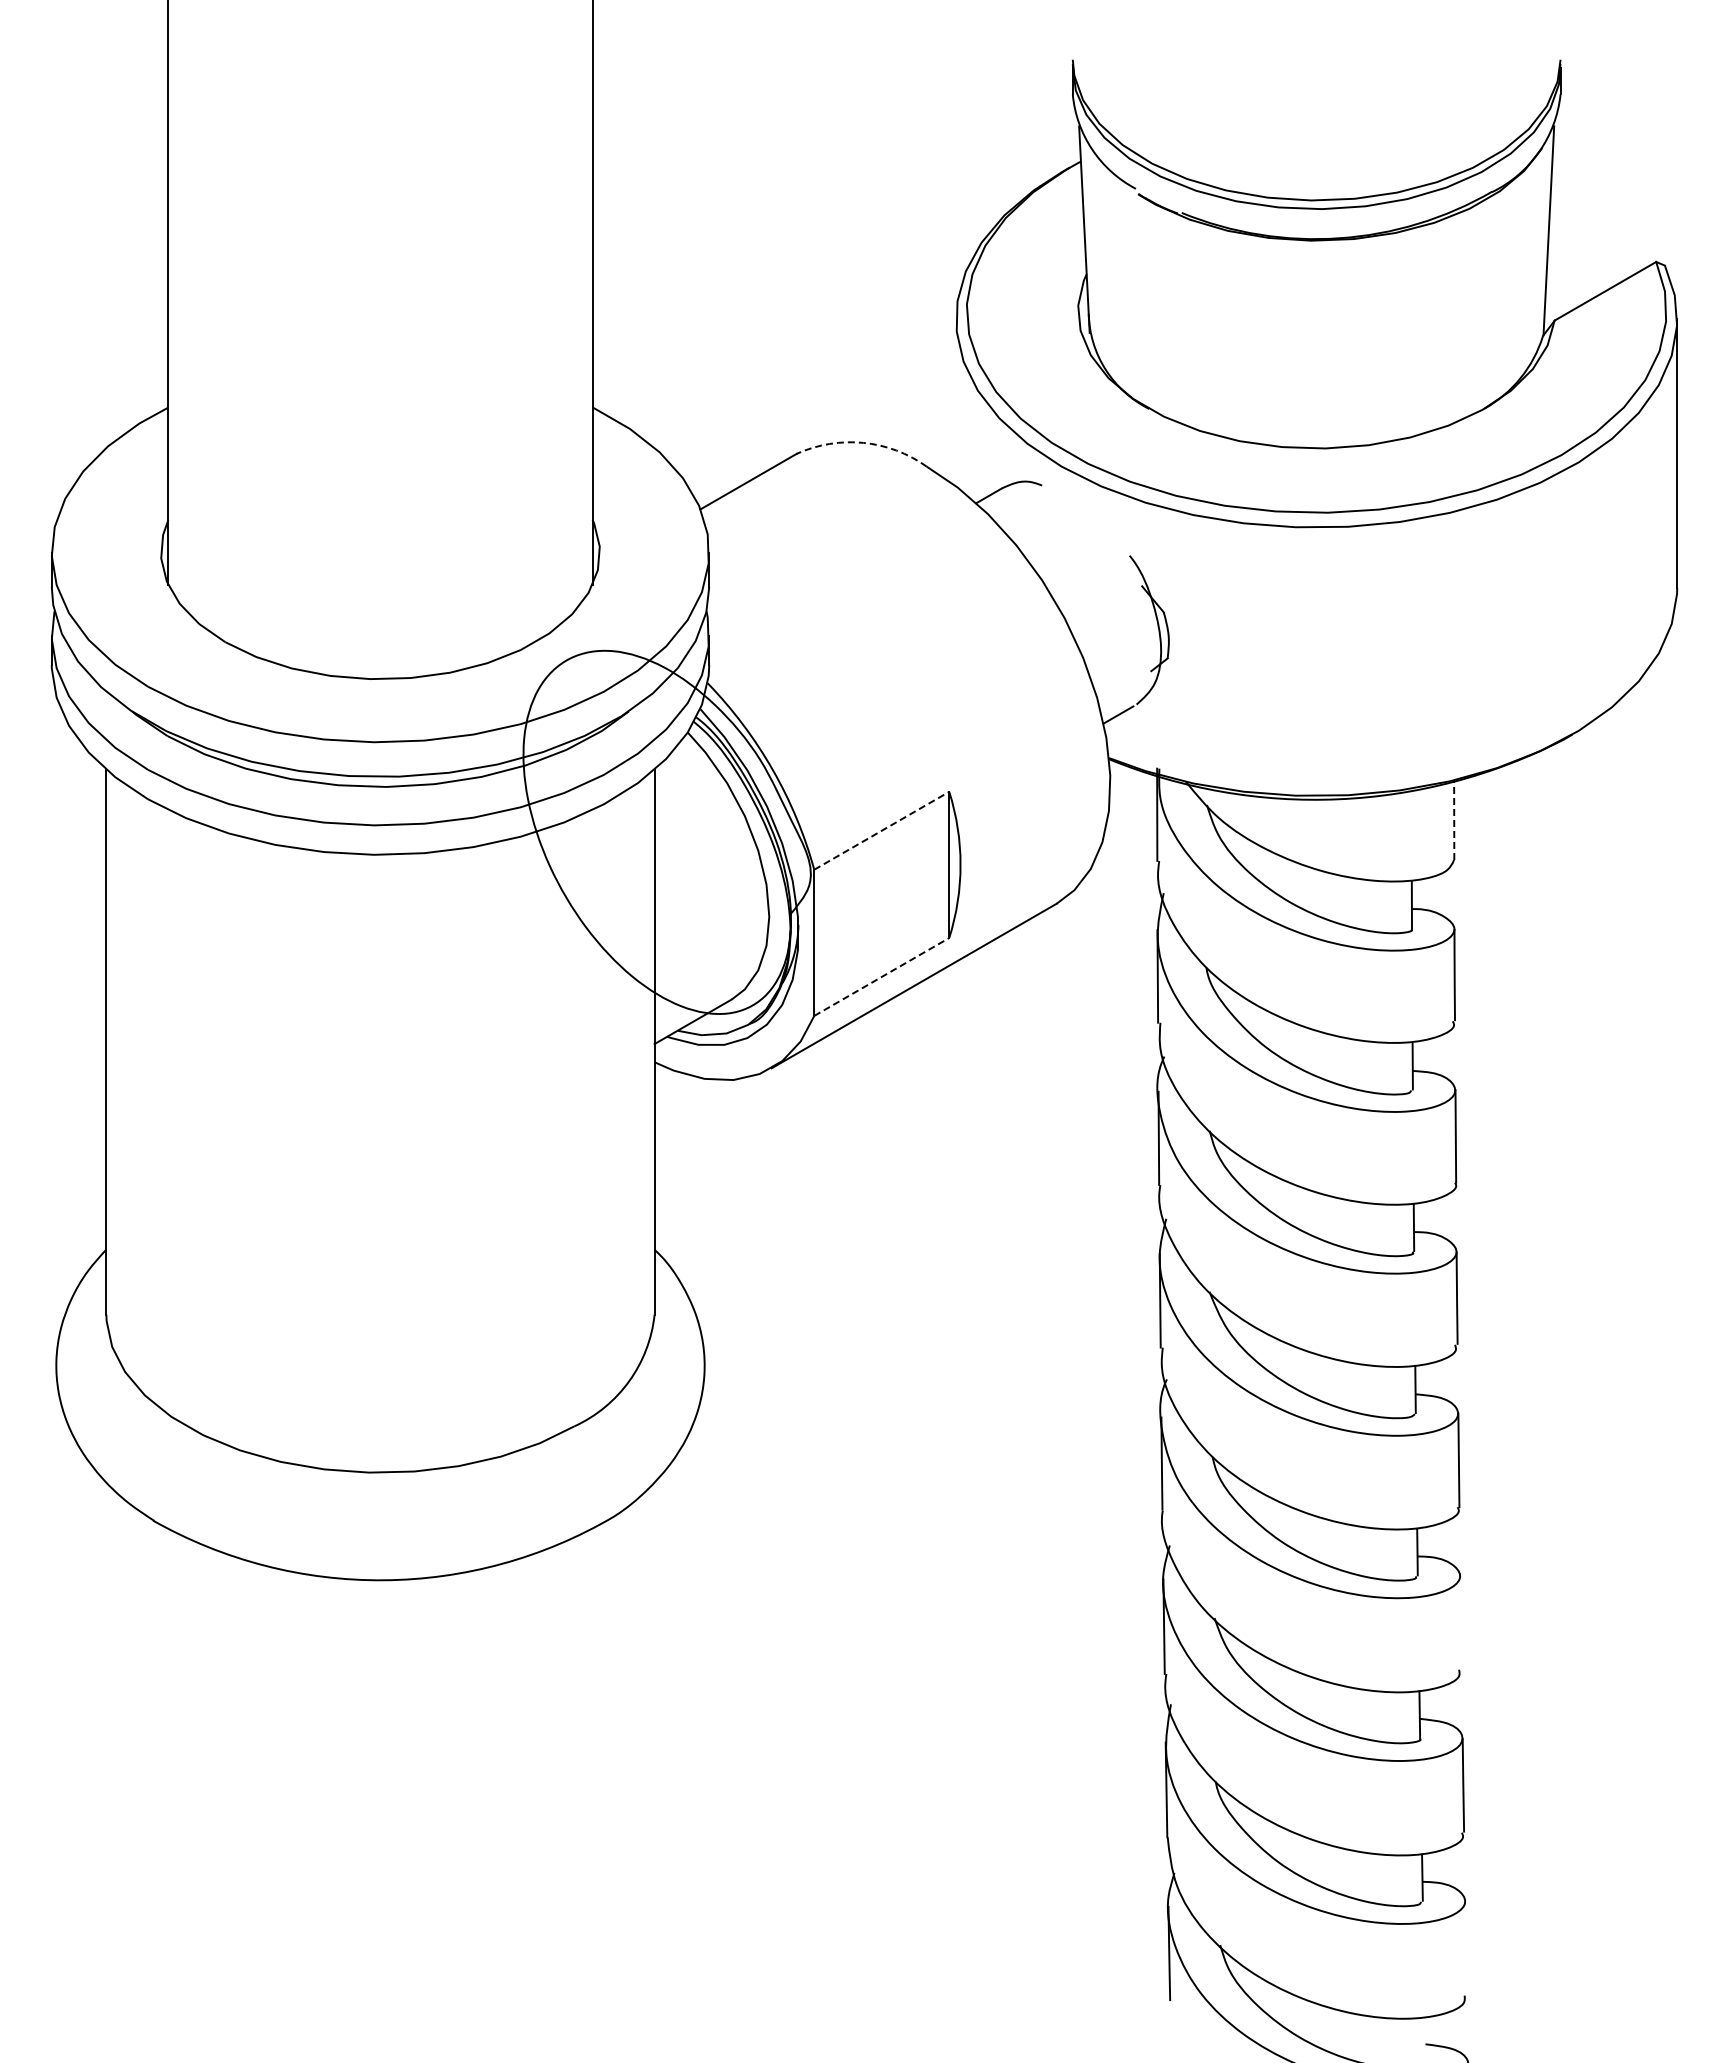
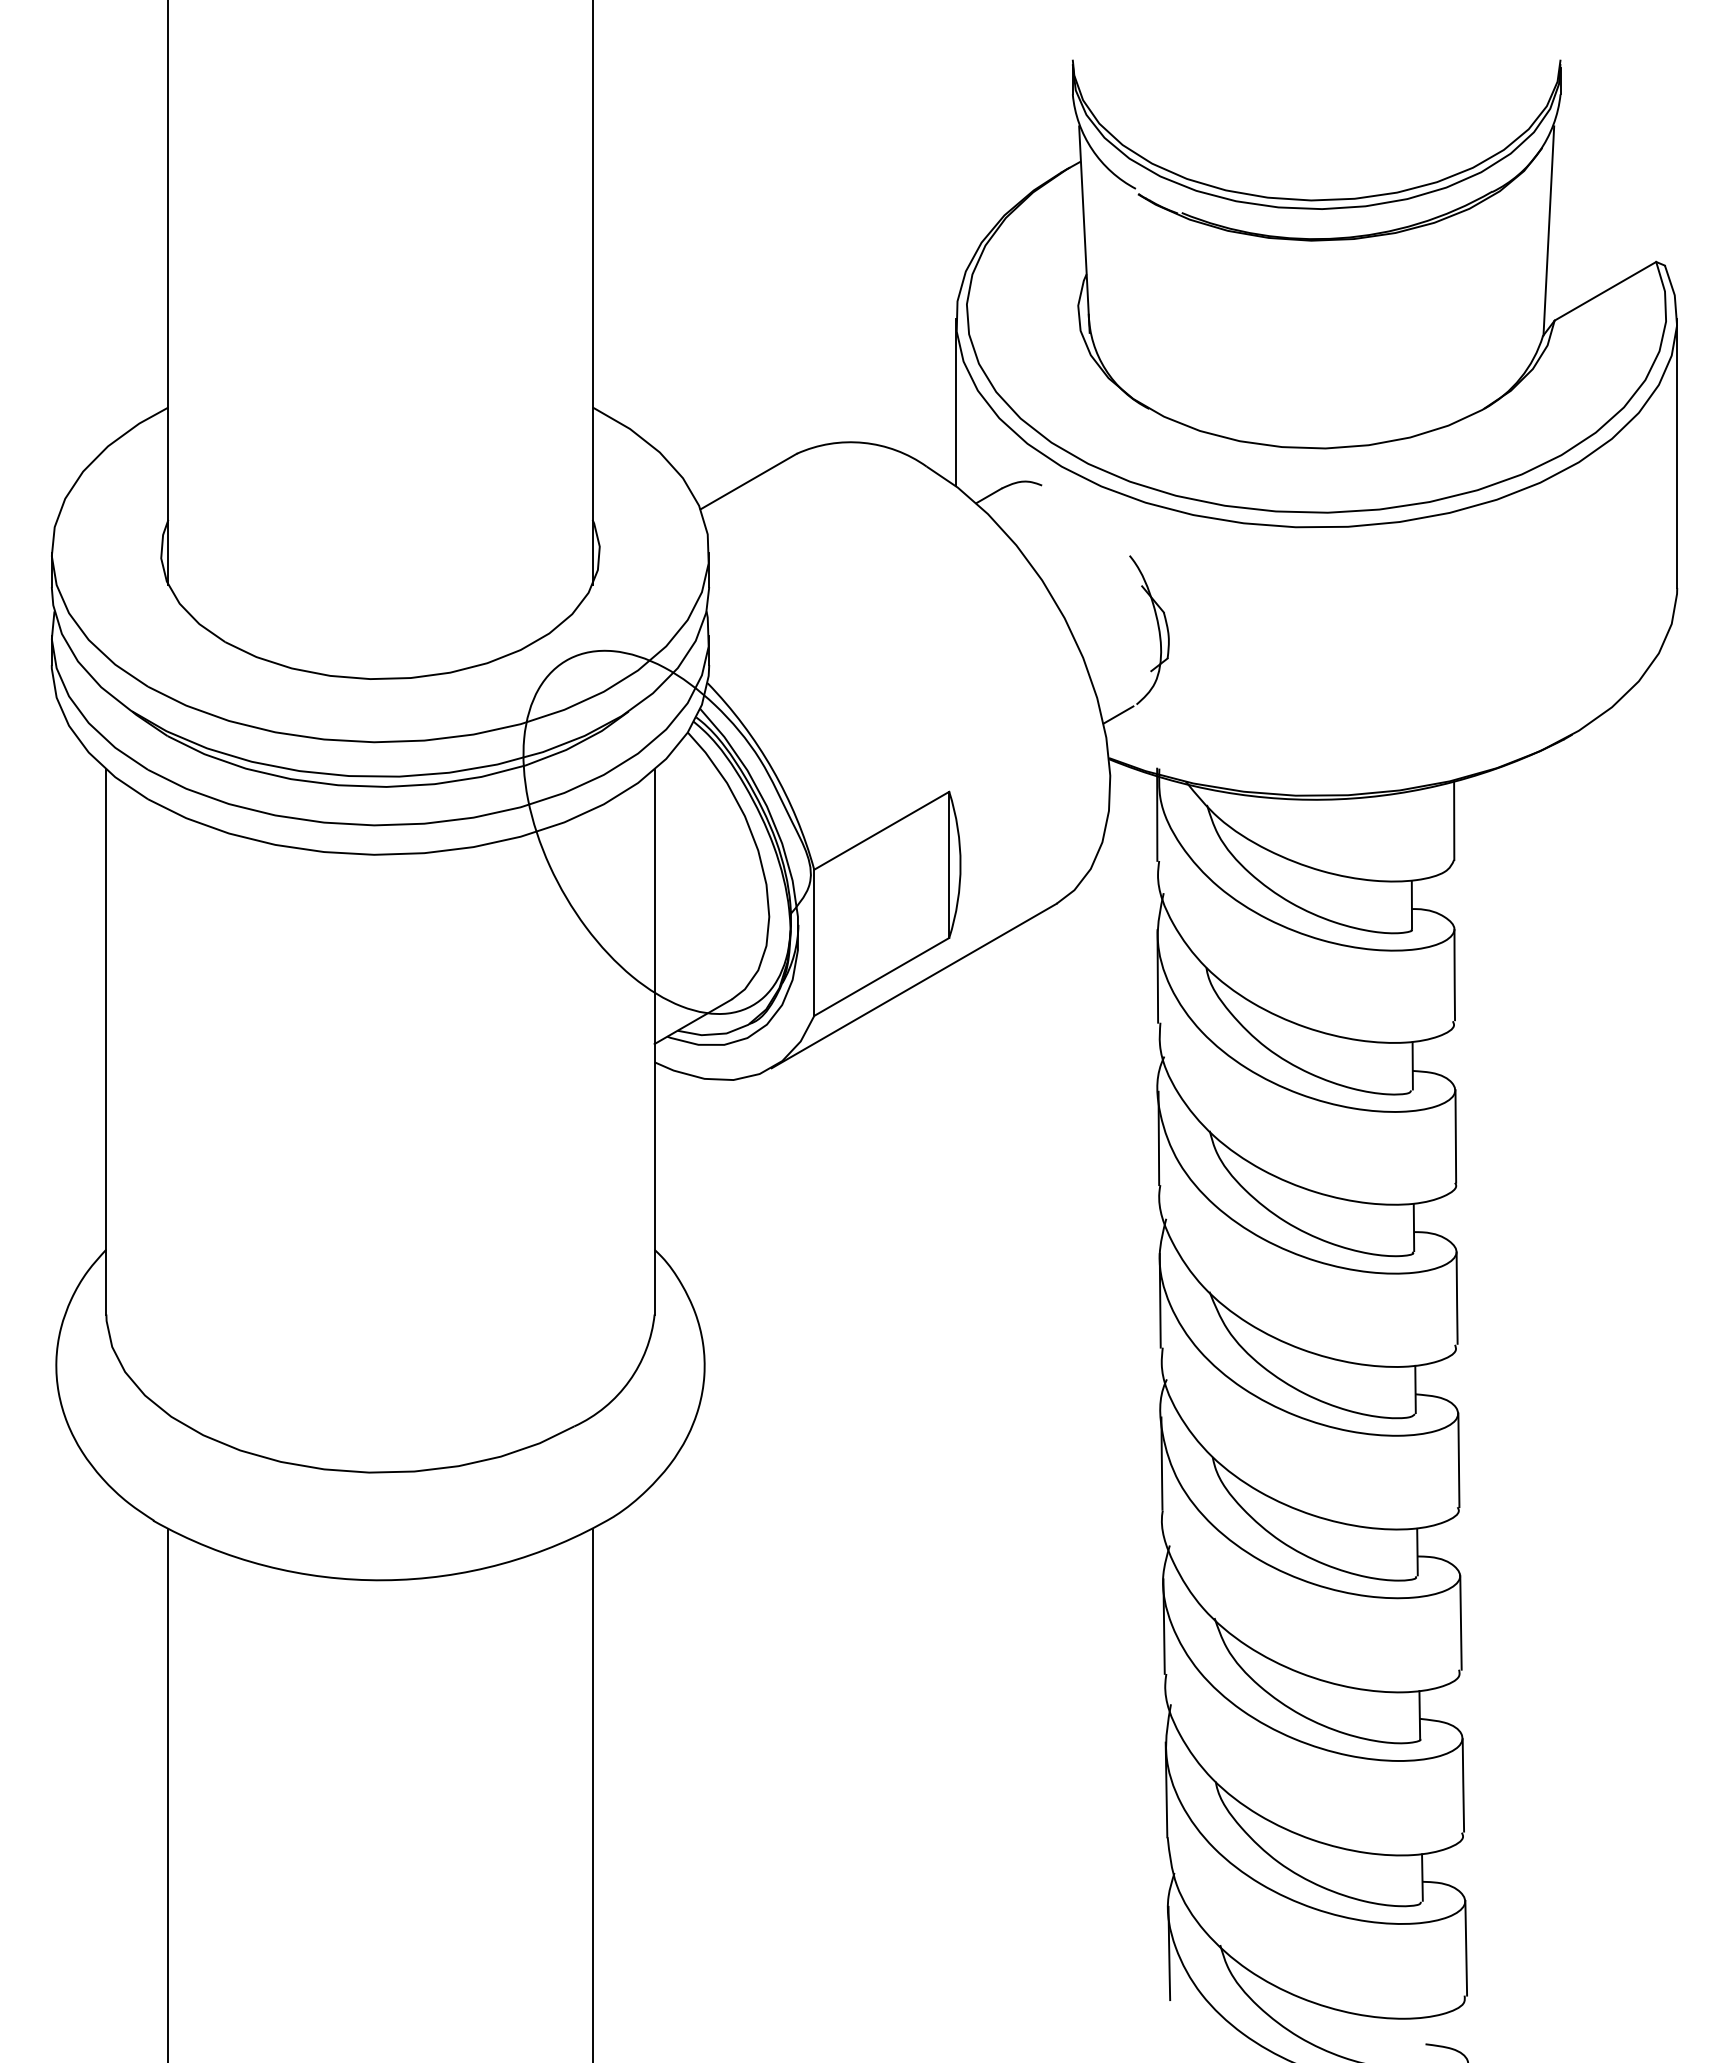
line at (956, 402): none -> present
arc at (863, 442): dashed -> solid
line at (1454, 820): dashed -> solid
line at (881, 830): dashed -> solid
line at (881, 976): dashed -> solid
line at (1460, 1622): none -> present
line at (168, 1794): none -> present
line at (592, 1794): none -> present
line at (1466, 1948): none -> present
